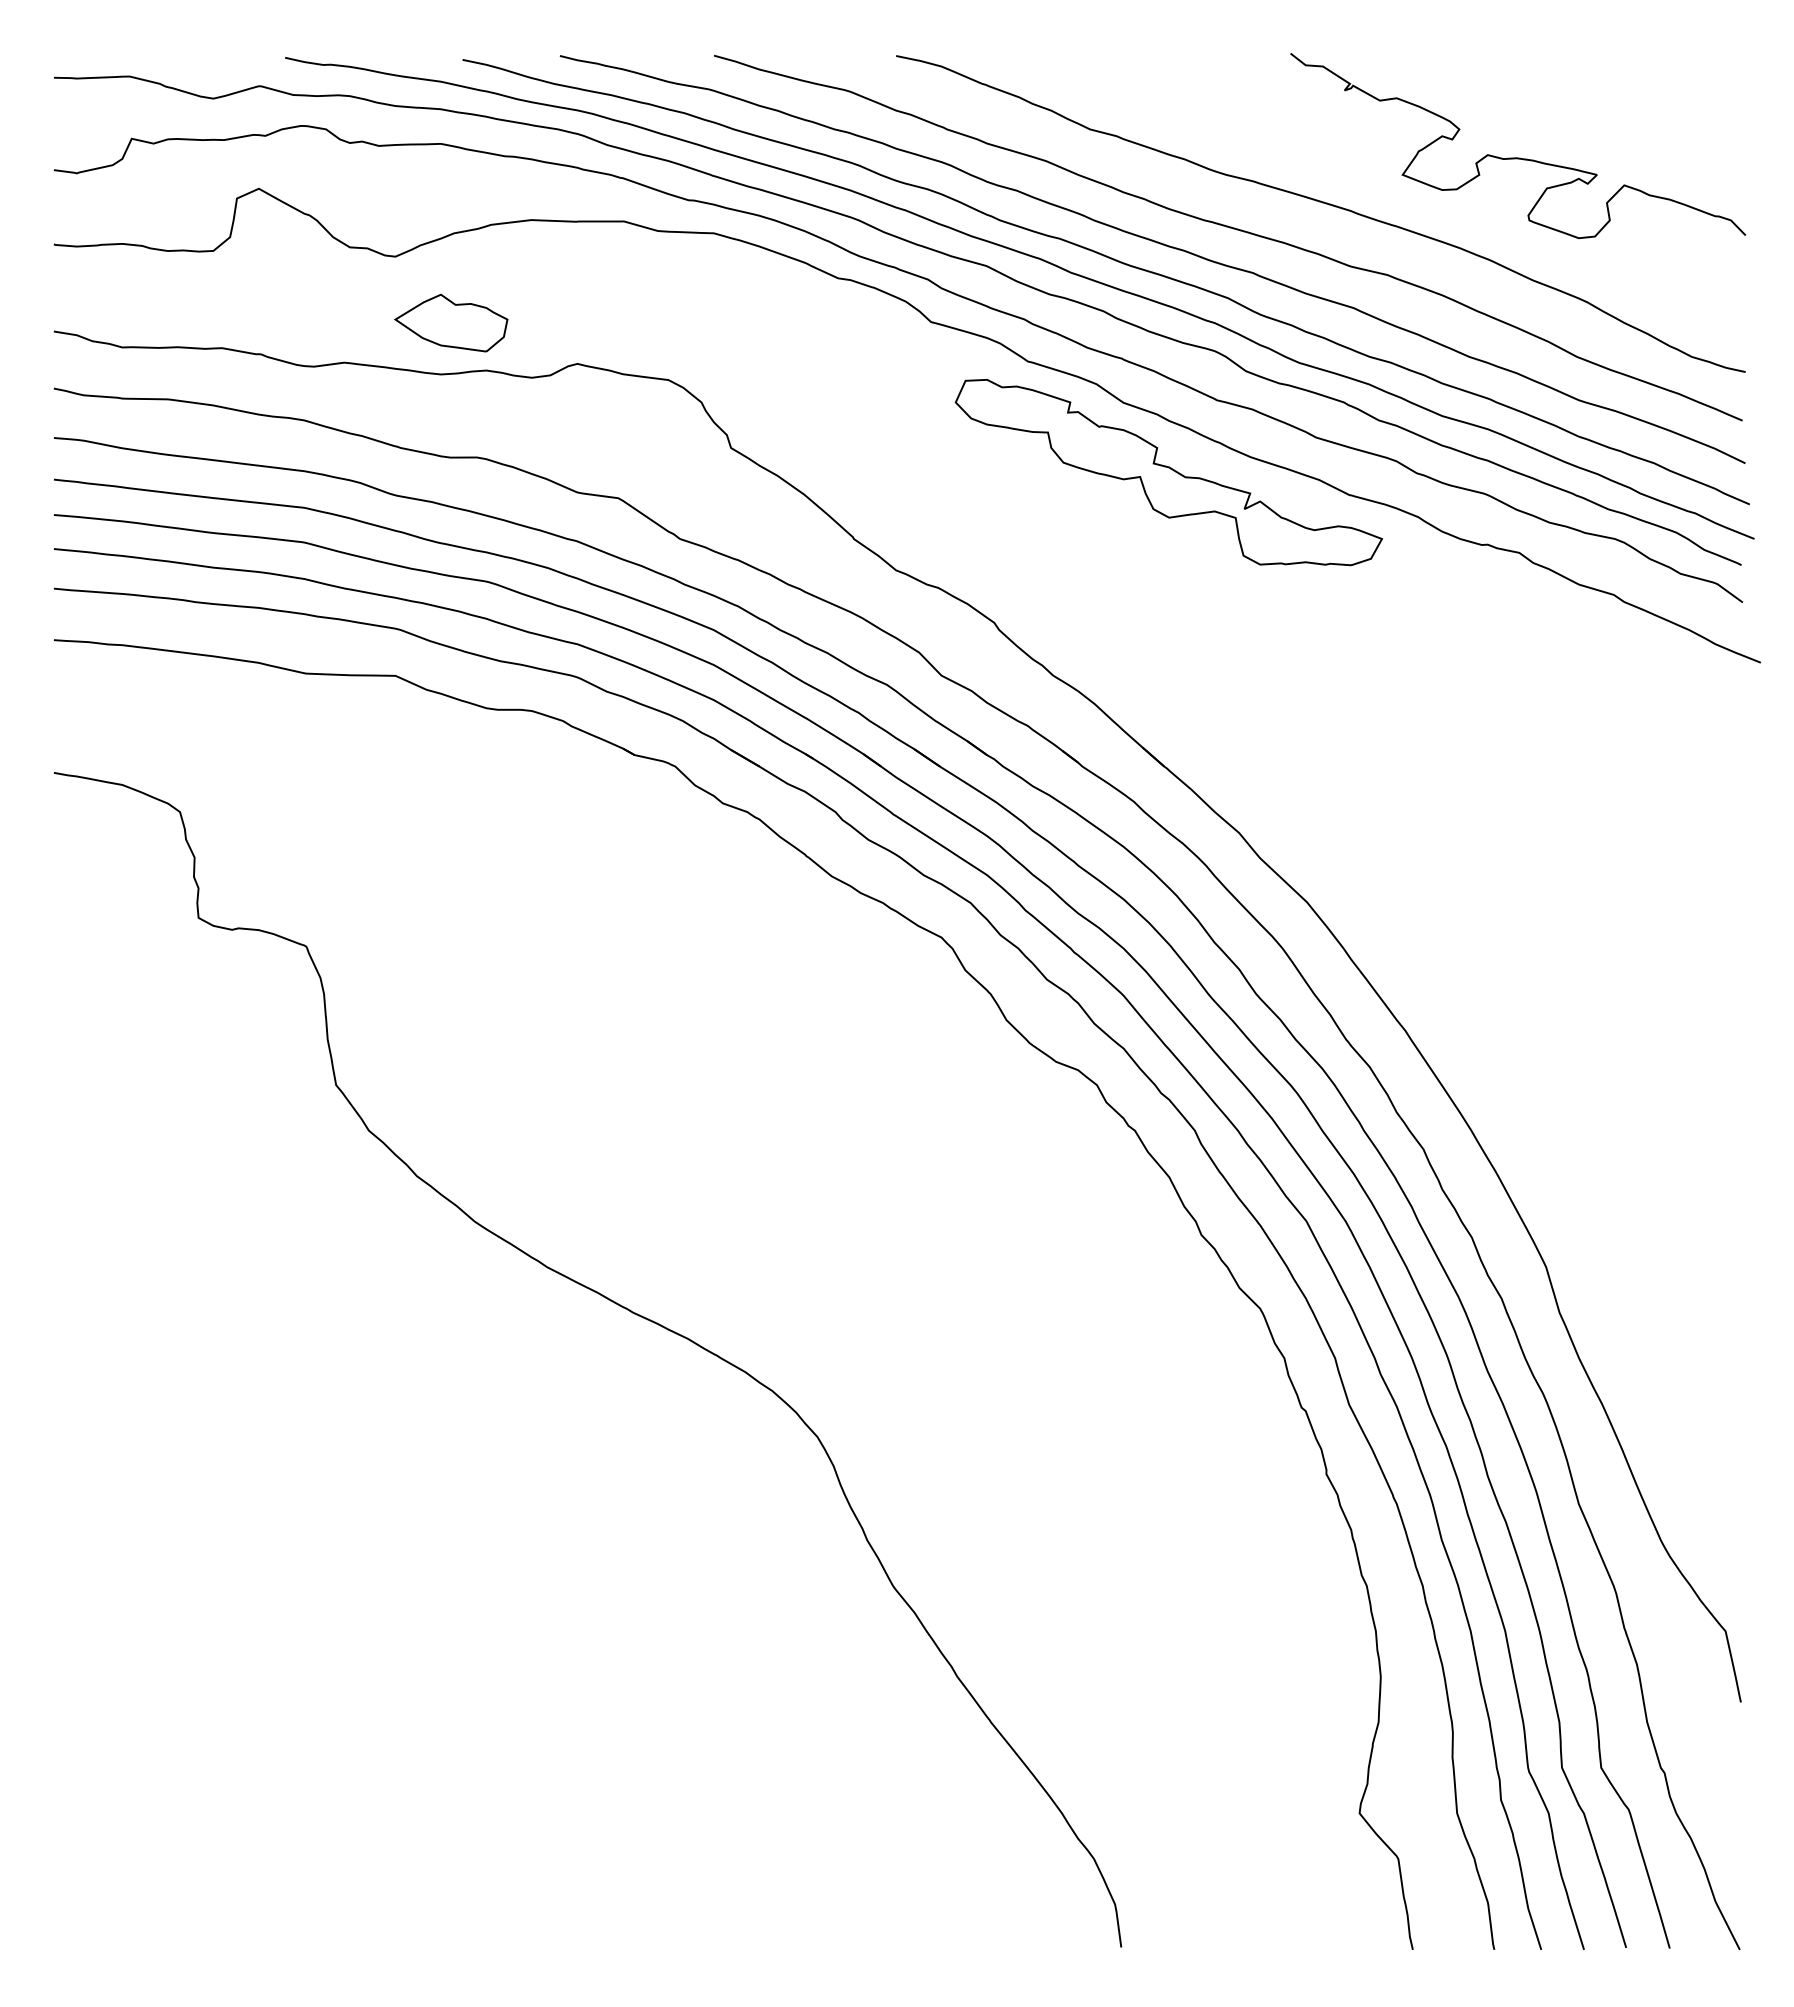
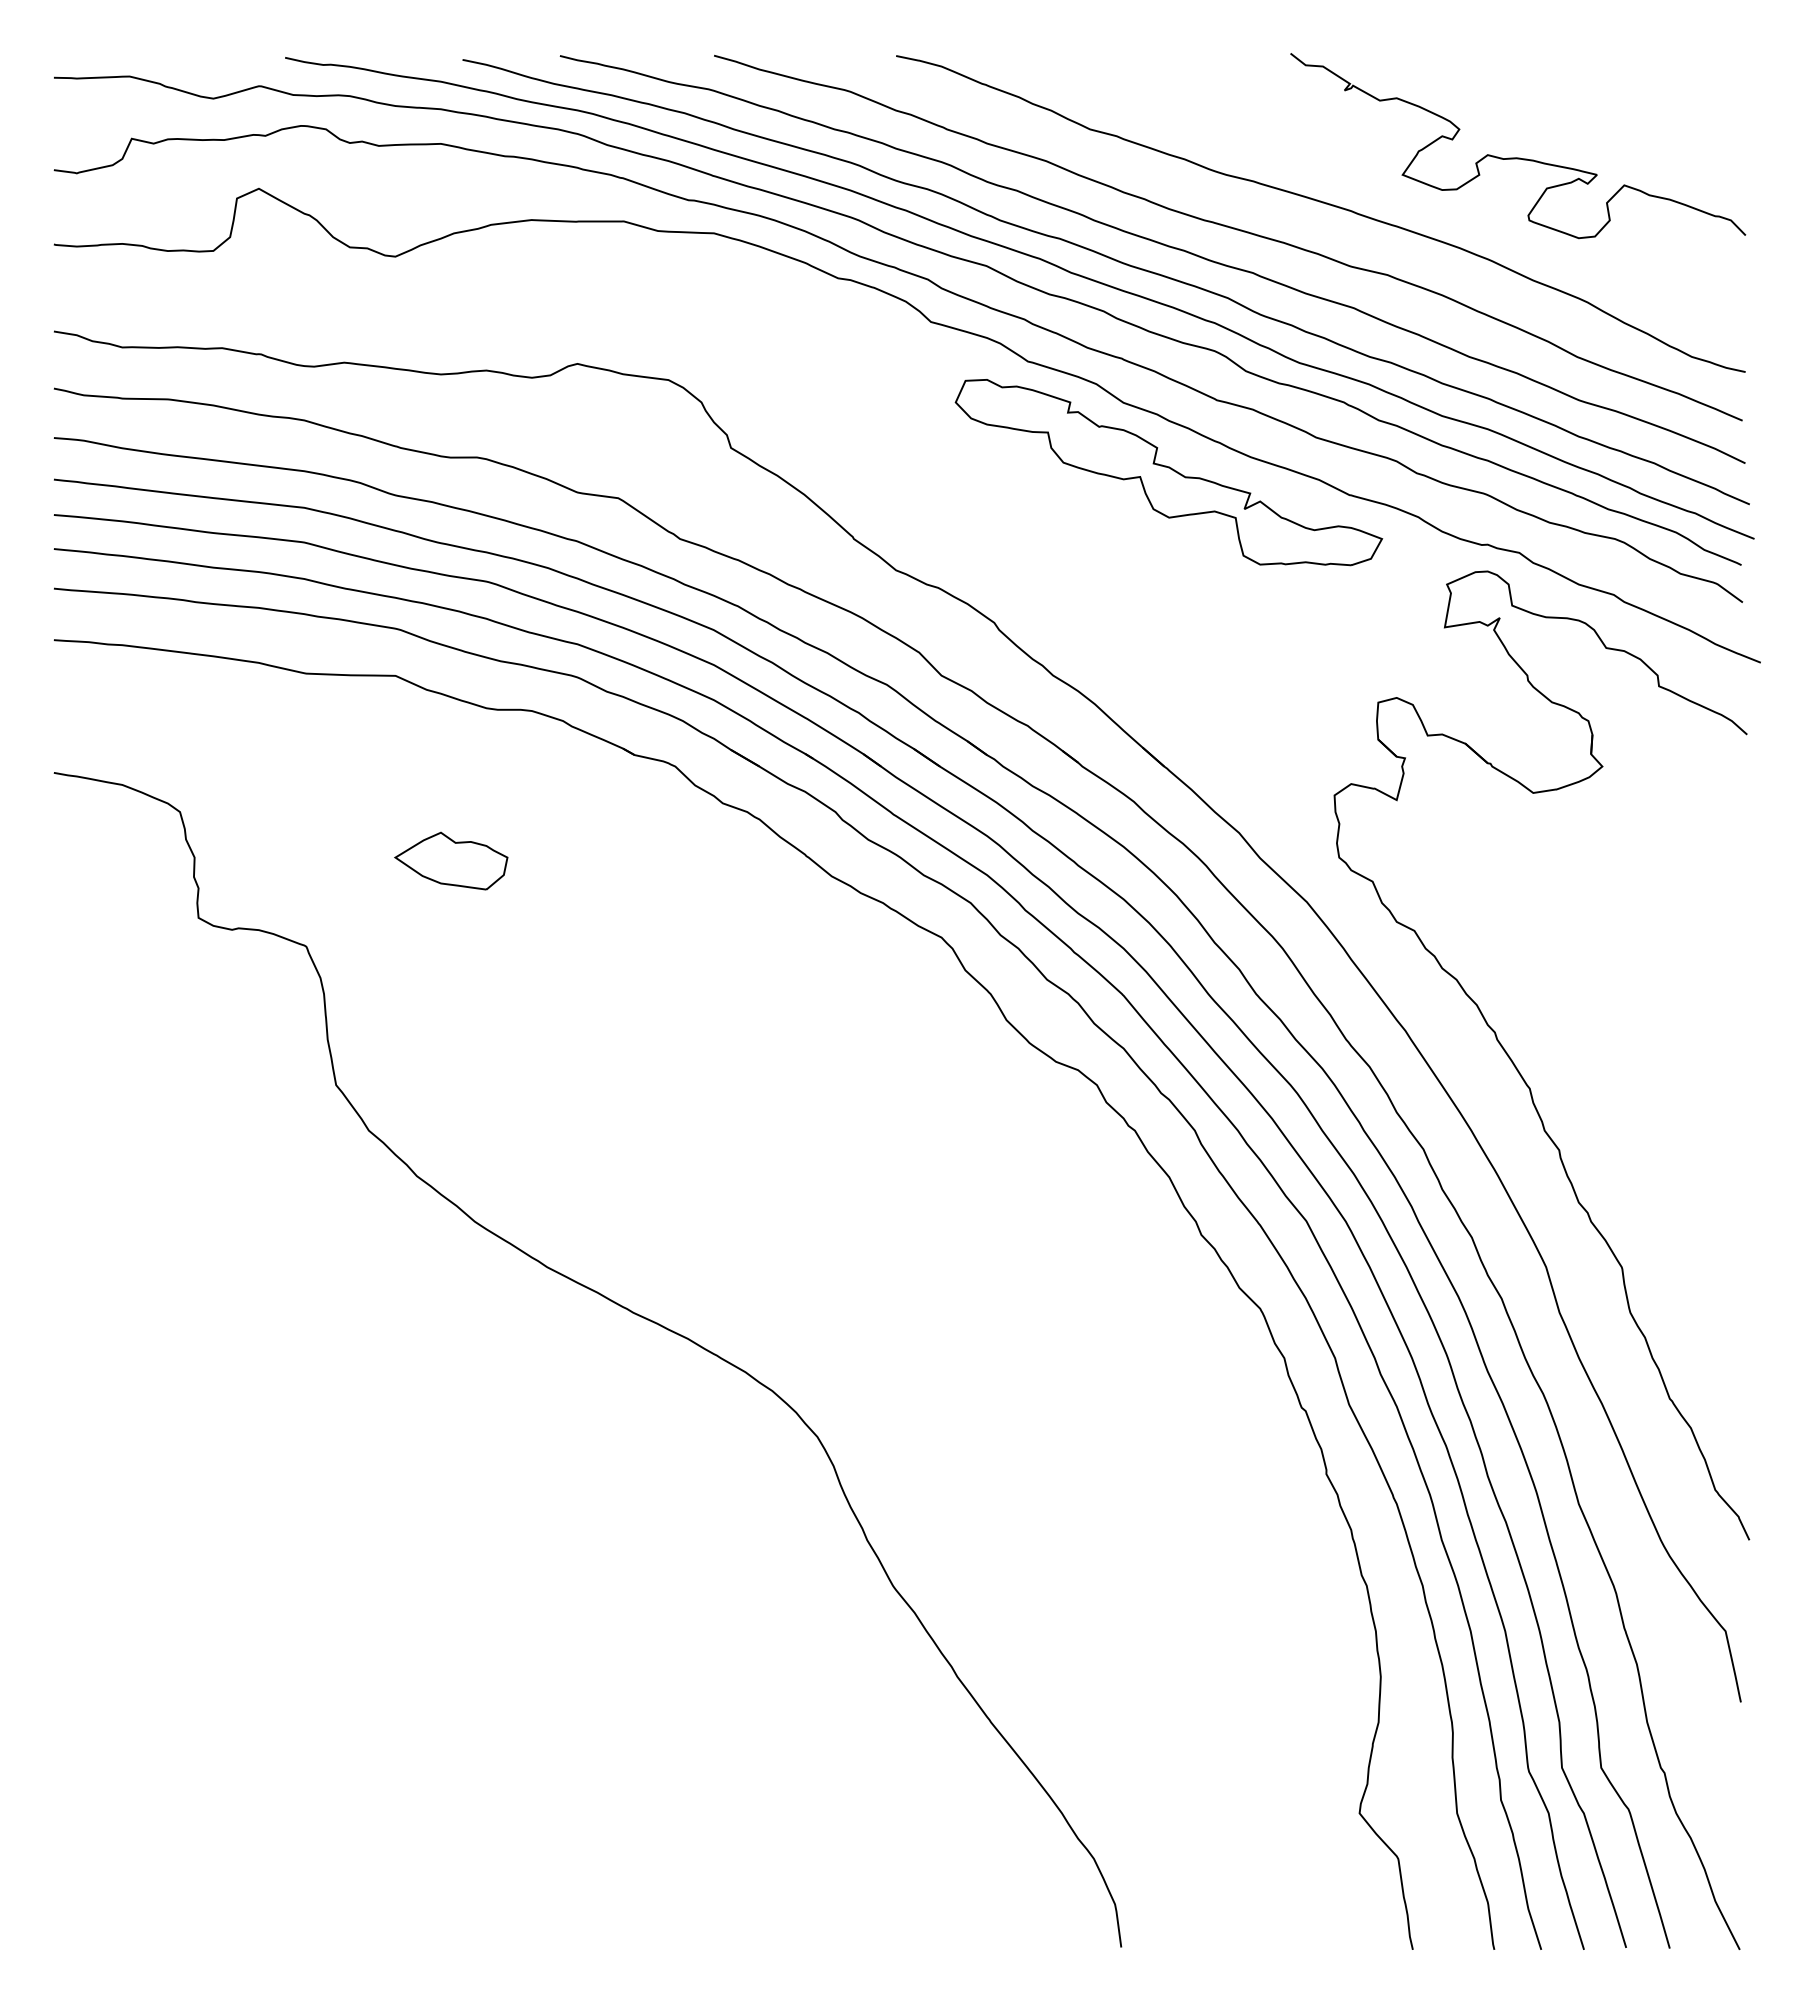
part at (451, 322) position: (451, 322) -> (451, 860)
part at (1518, 1069): none -> present
